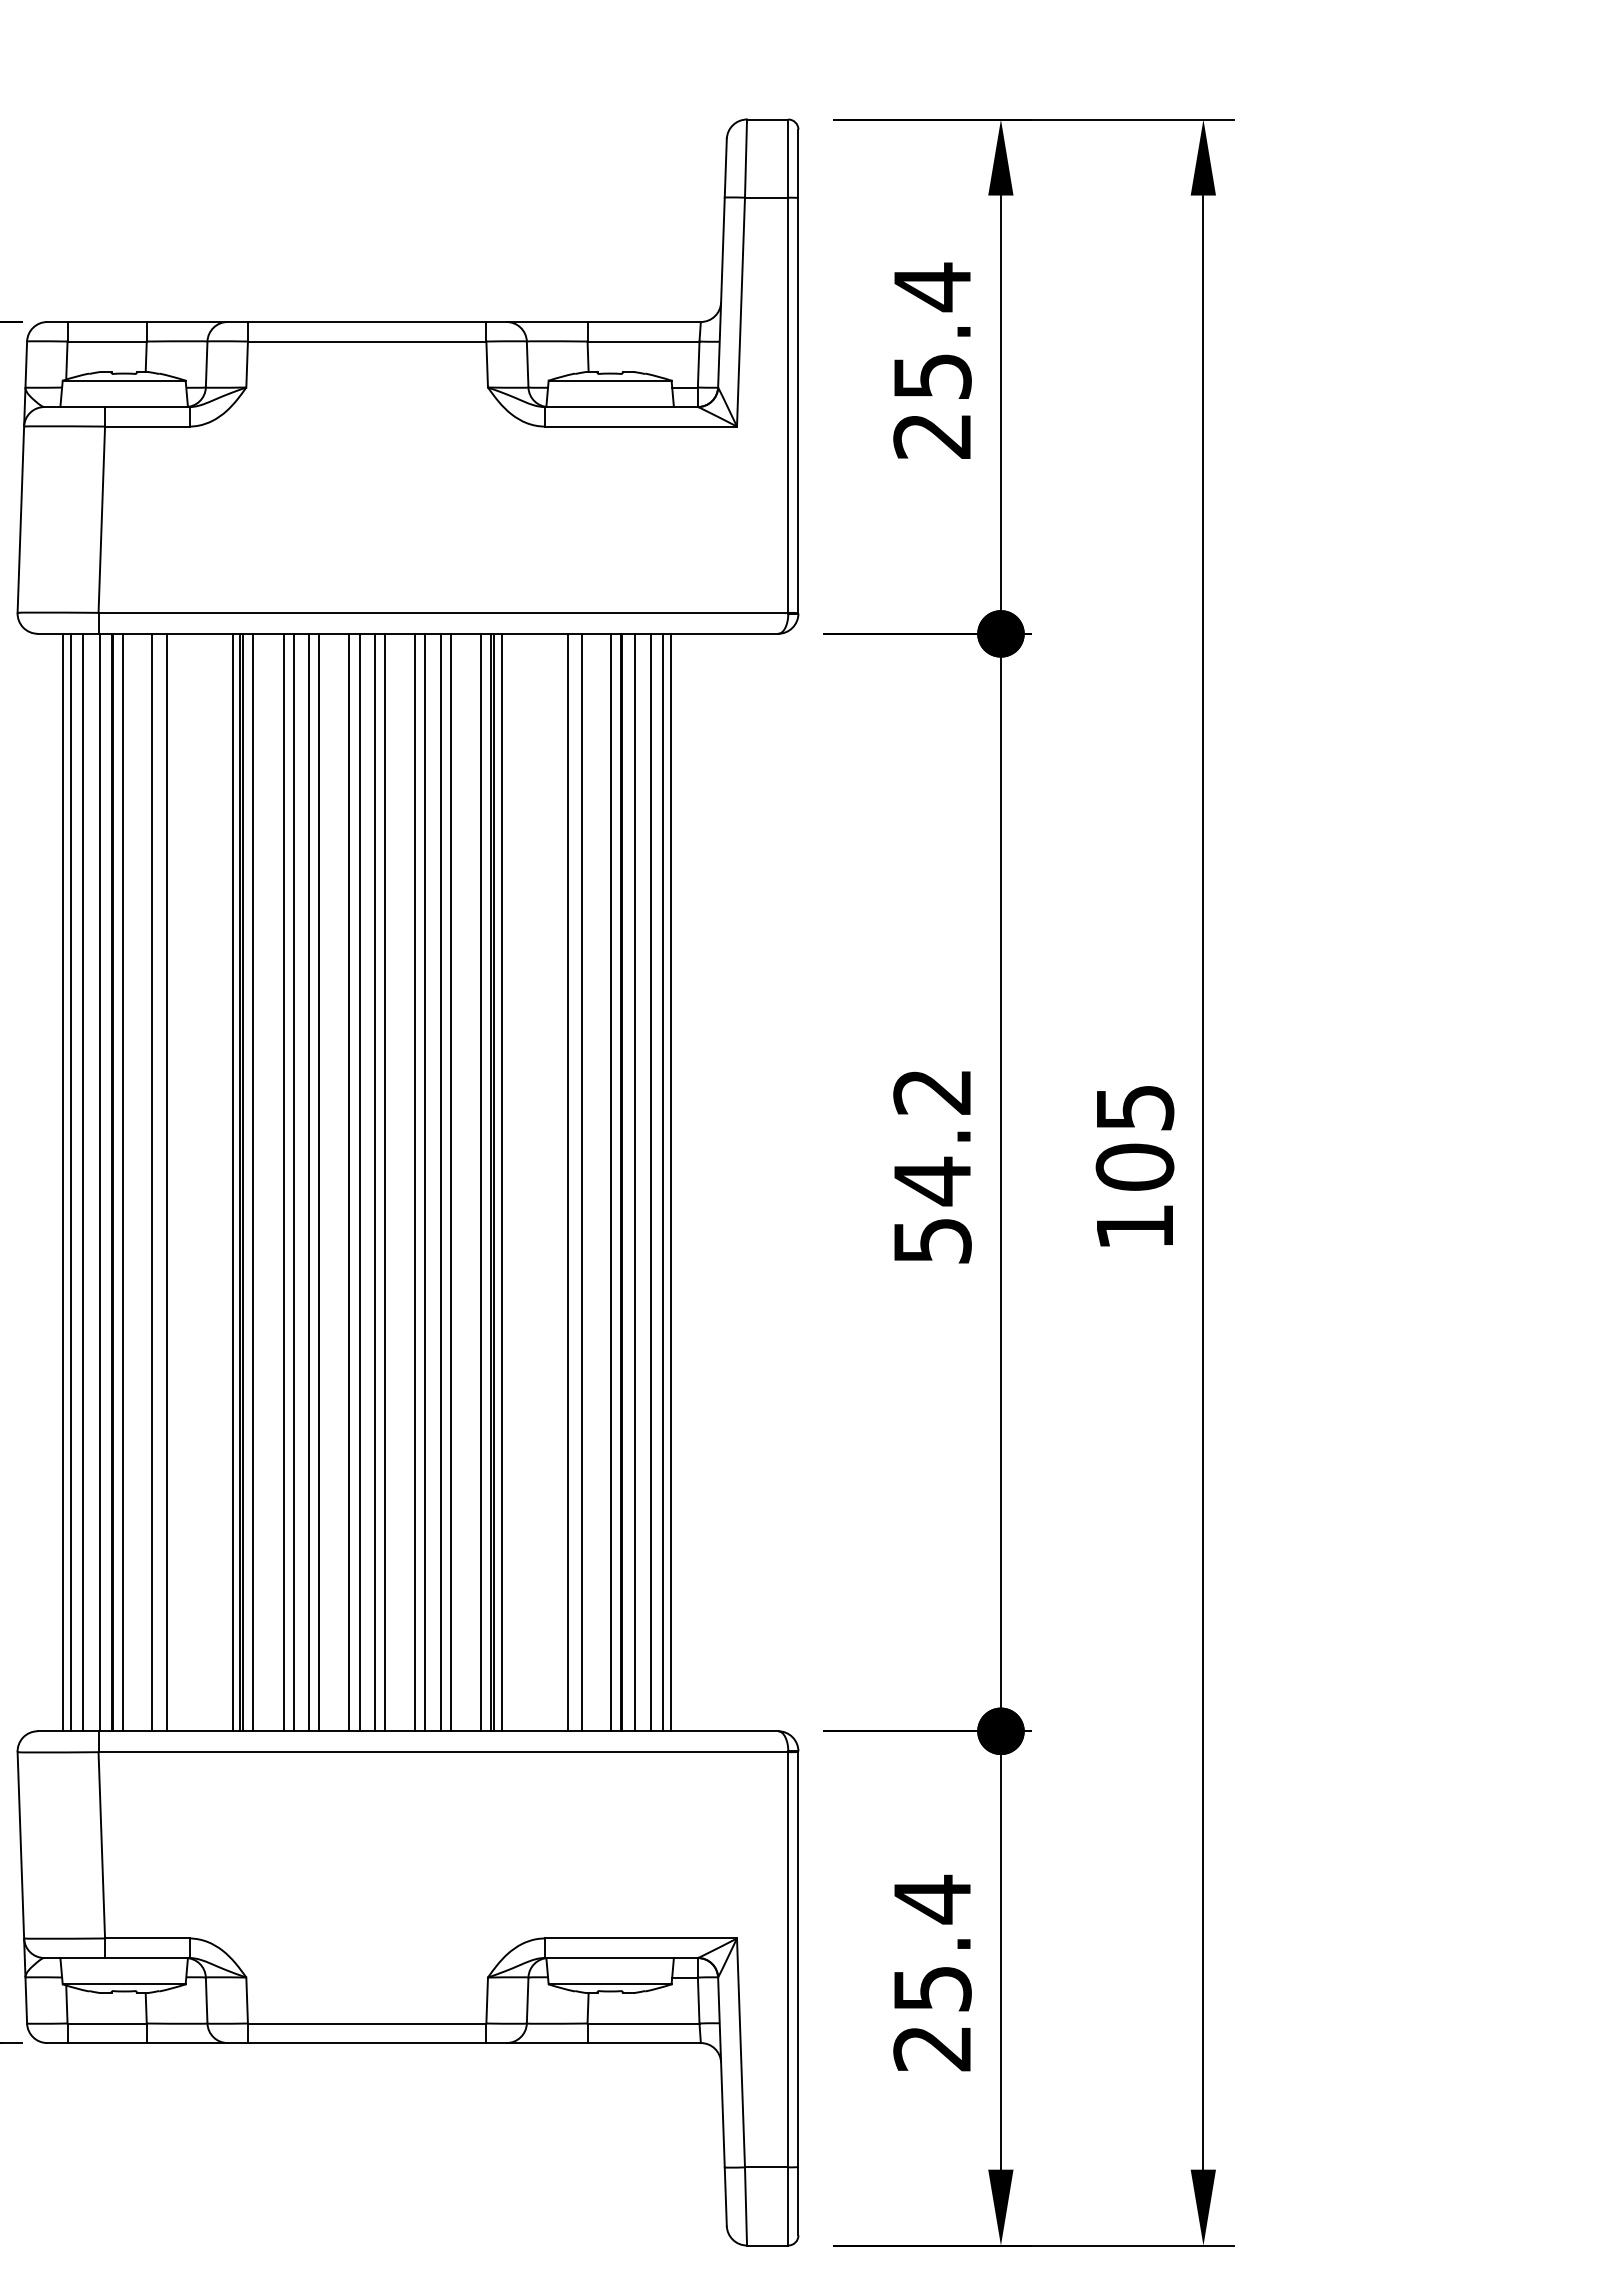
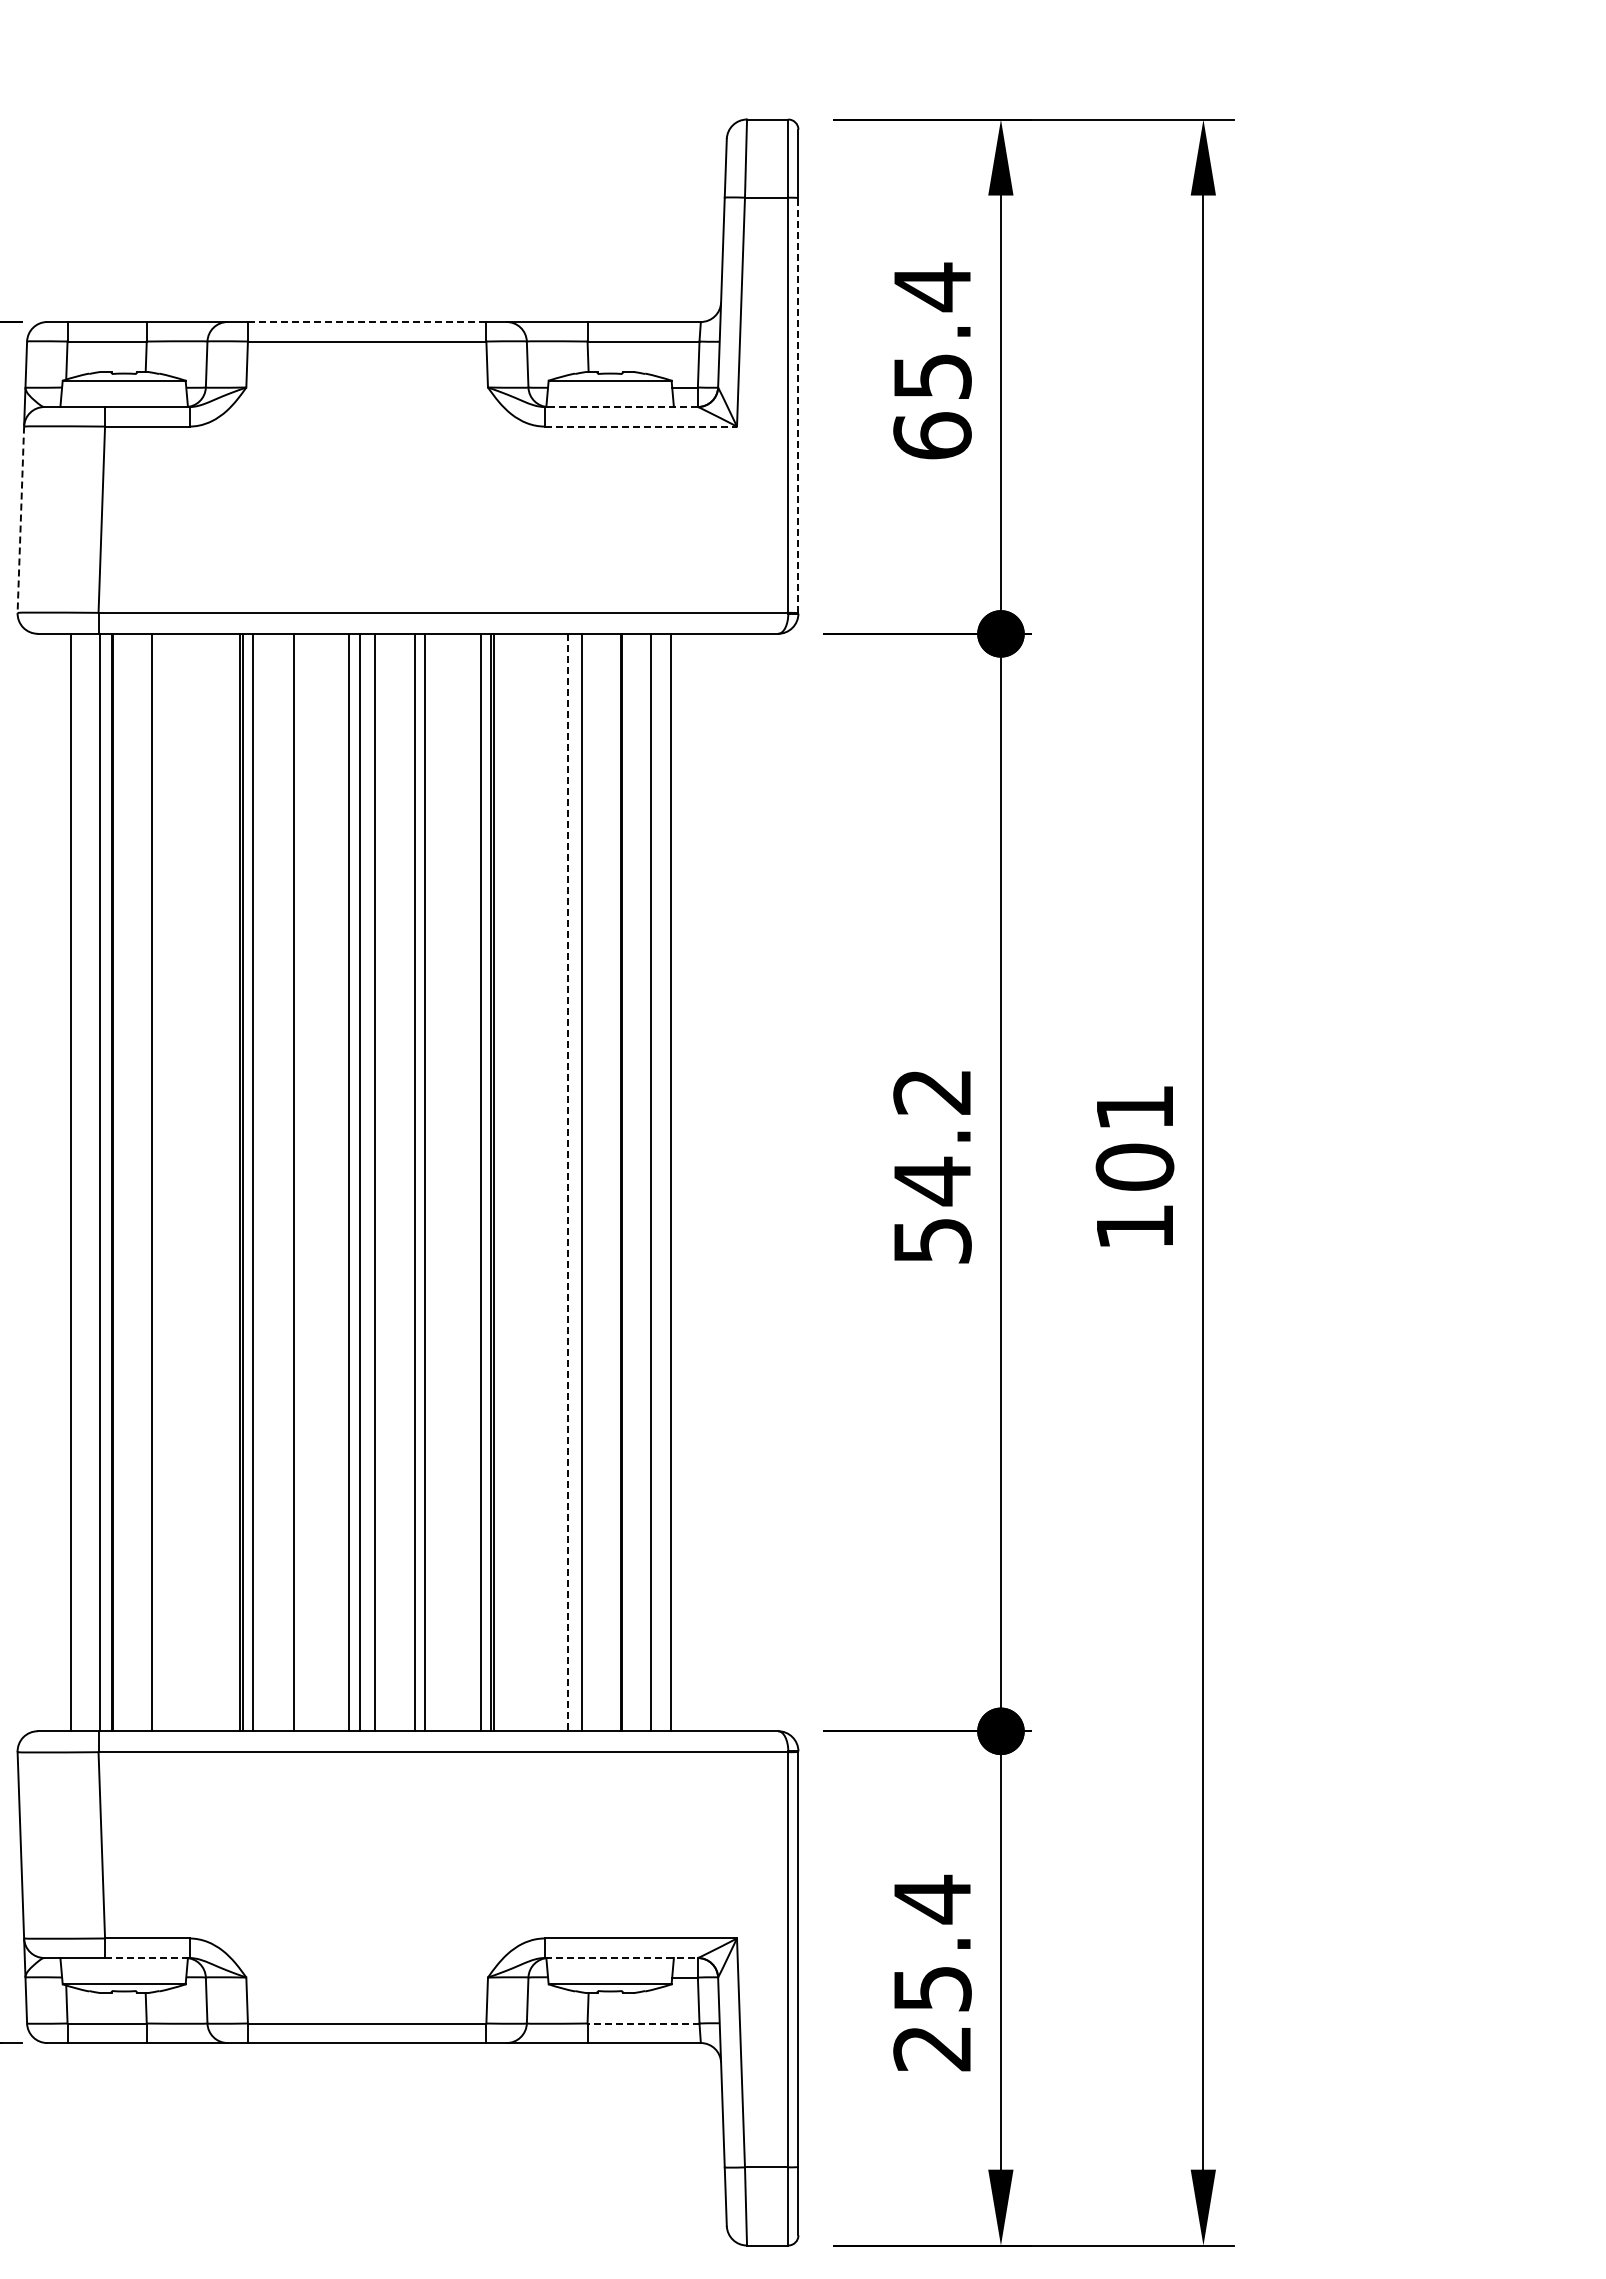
line at (366, 322): solid -> dashed
line at (798, 405): solid -> dashed
line at (621, 407): solid -> dashed
line at (641, 426): solid -> dashed
text at (932, 435): 25.4 -> 65.4
line at (20, 520): solid -> dashed
text at (1135, 1108): 105 -> 101
line at (63, 1182): present -> none
line at (83, 1182): present -> none
line at (122, 1182): present -> none
line at (166, 1182): present -> none
line at (232, 1182): present -> none
line at (283, 1182): present -> none
line at (308, 1182): present -> none
line at (319, 1182): present -> none
line at (384, 1182): present -> none
line at (440, 1182): present -> none
line at (450, 1182): present -> none
line at (501, 1182): present -> none
line at (567, 1182): solid -> dashed
line at (611, 1182): present -> none
line at (634, 1182): present -> none
line at (663, 1182): present -> none
line at (147, 1958): solid -> dashed
line at (621, 1958): solid -> dashed
line at (643, 2023): solid -> dashed
